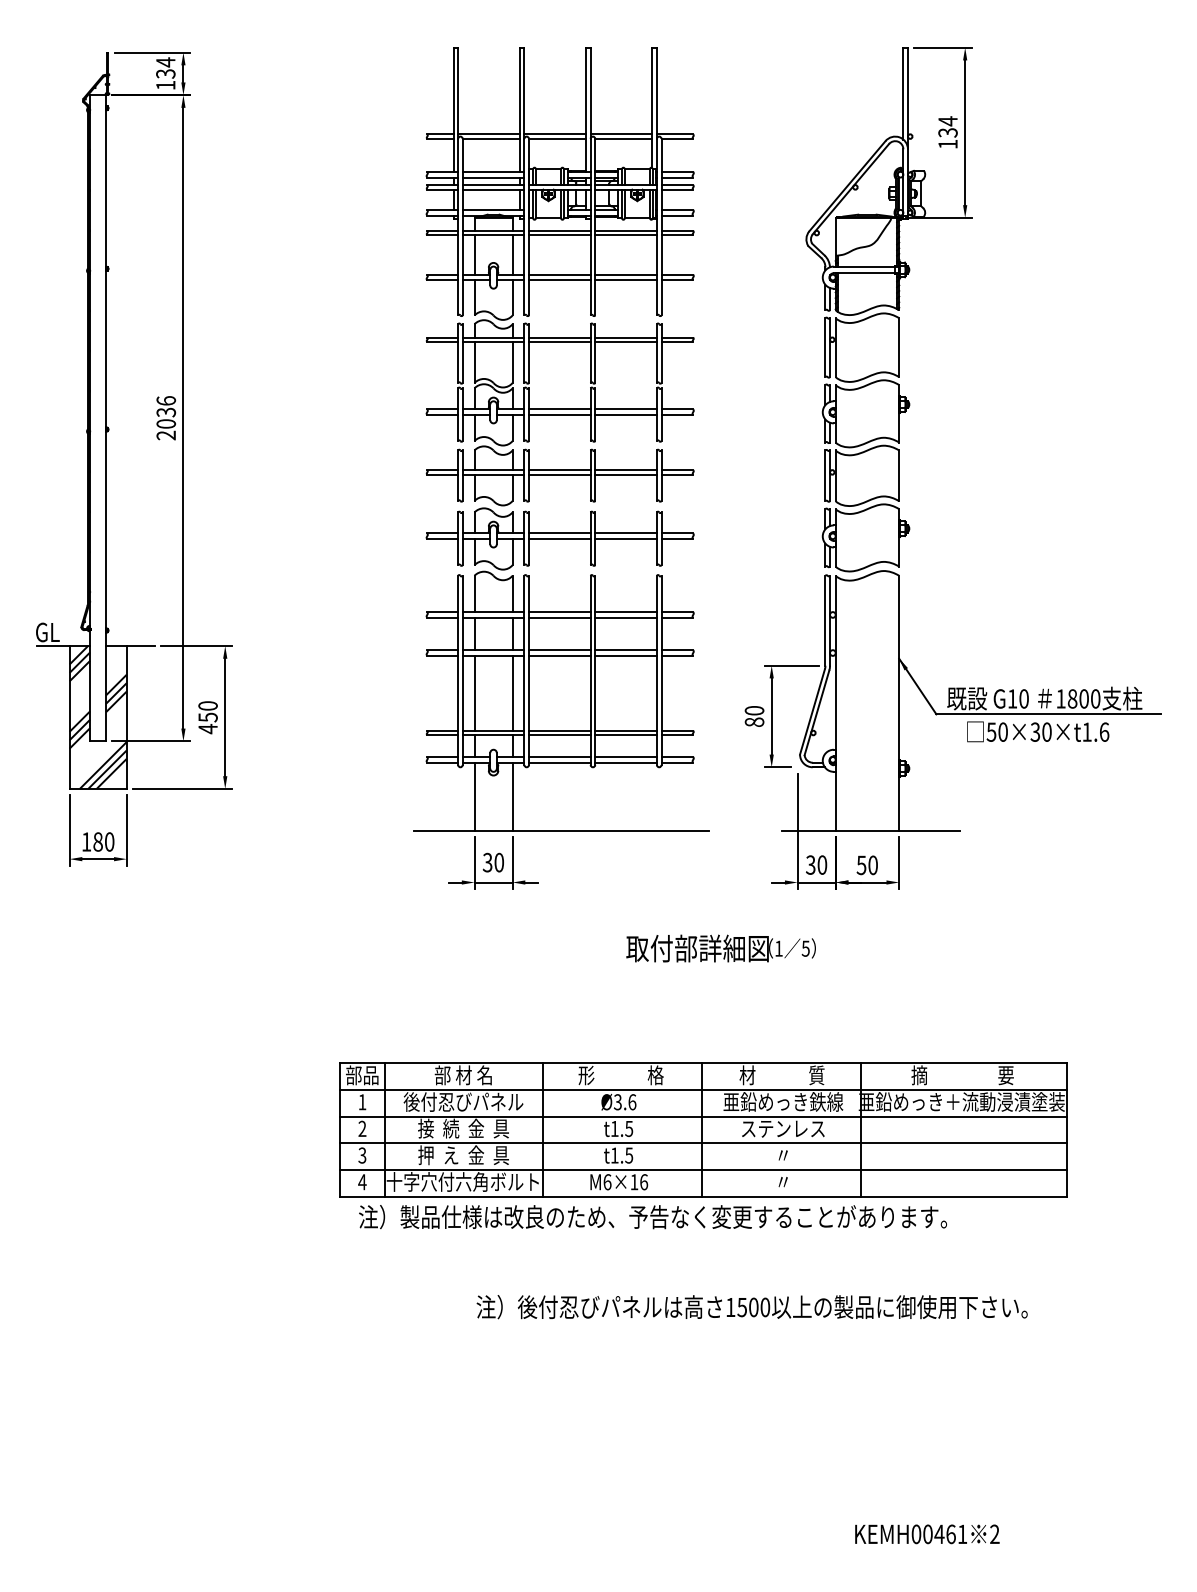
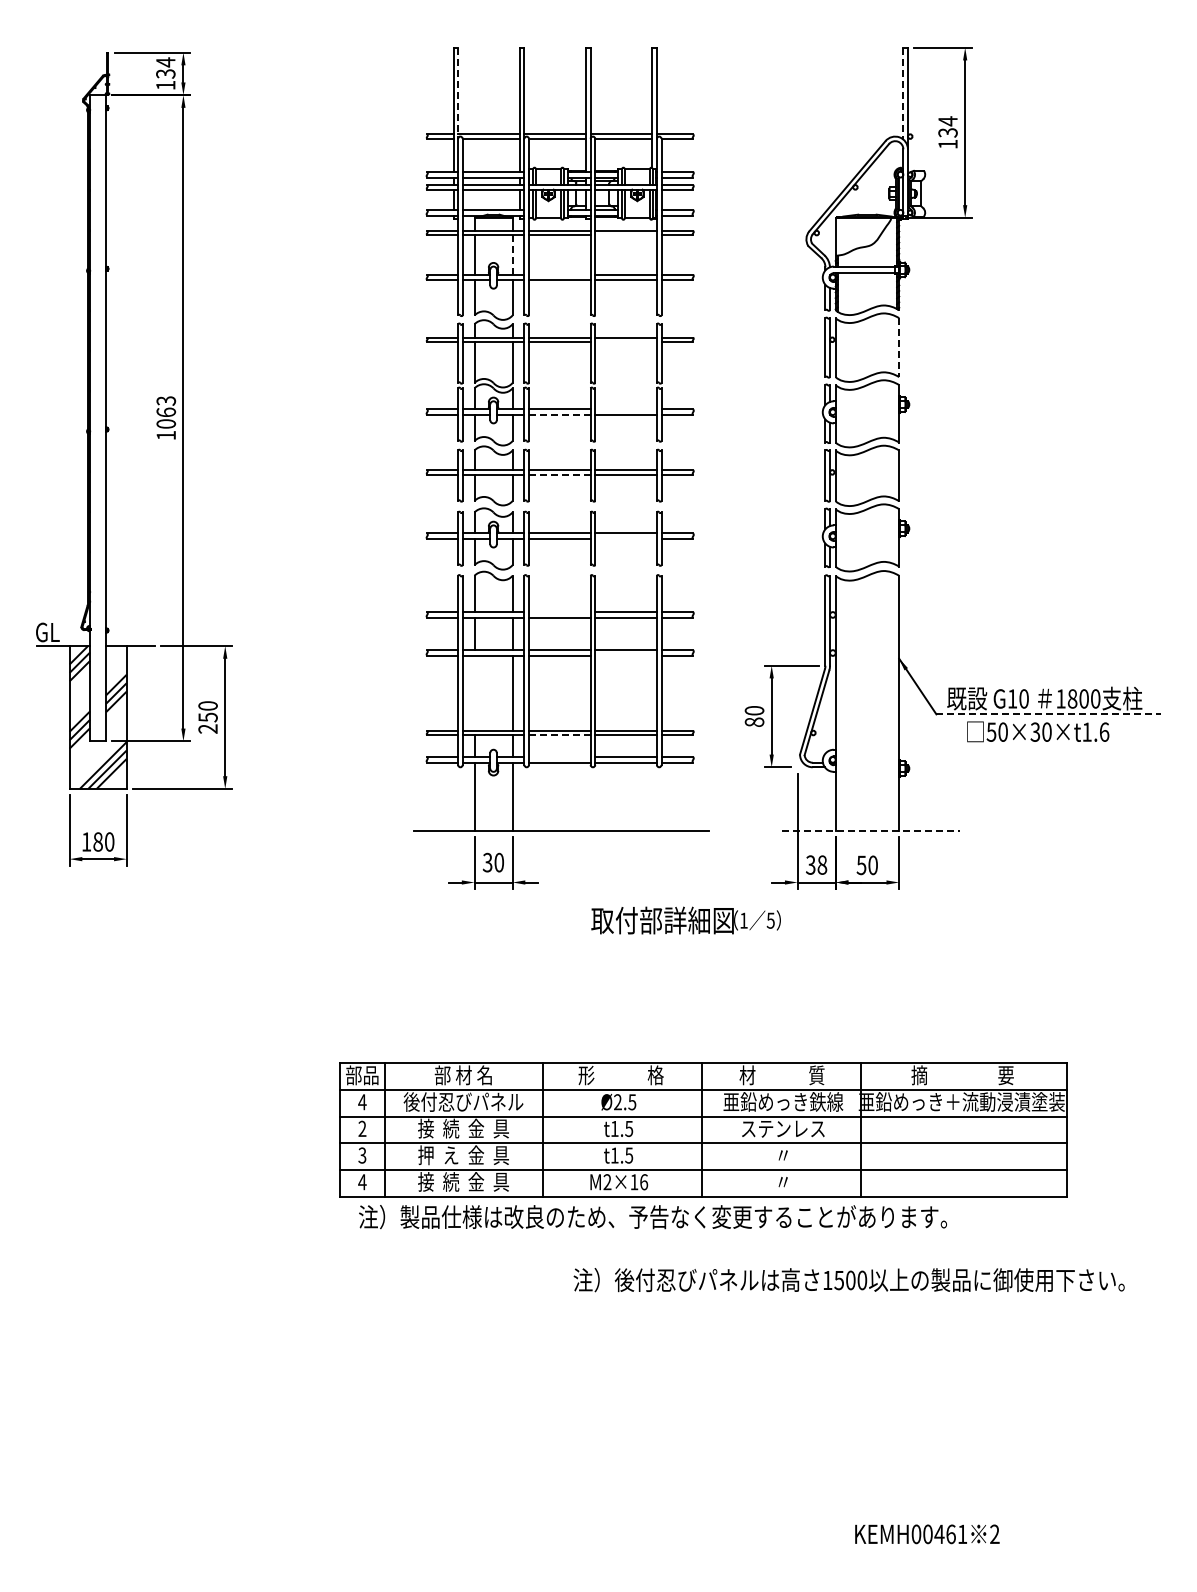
line at (458, 93): solid -> dashed
line at (903, 93): solid -> dashed
line at (625, 235): present -> none
line at (512, 255): solid -> dashed
line at (559, 274): present -> none
line at (625, 342): present -> none
line at (899, 348): solid -> dashed
line at (625, 409): present -> none
line at (559, 415): solid -> dashed
text at (166, 418): 2036 -> 1063
line at (559, 474): solid -> dashed
line at (625, 539): present -> none
line at (559, 612): present -> none
line at (625, 655): present -> none
line at (474, 692): present -> none
line at (1049, 714): solid -> dashed
text at (207, 728): 450 -> 250
line at (559, 735): solid -> dashed
line at (559, 757): present -> none
line at (871, 830): solid -> dashed
text at (822, 865): 30 -> 38
text at (720, 948) position: (720, 948) -> (685, 920)
text at (362, 1102): 1 -> 4
text at (624, 1102): Ø3.6 -> Ø2.5
text at (462, 1181): 十字穴付六角ボルト -> 接  続  金  具
text at (607, 1182): M6×16 -> M2×16
text at (751, 1307) position: (751, 1307) -> (848, 1280)
